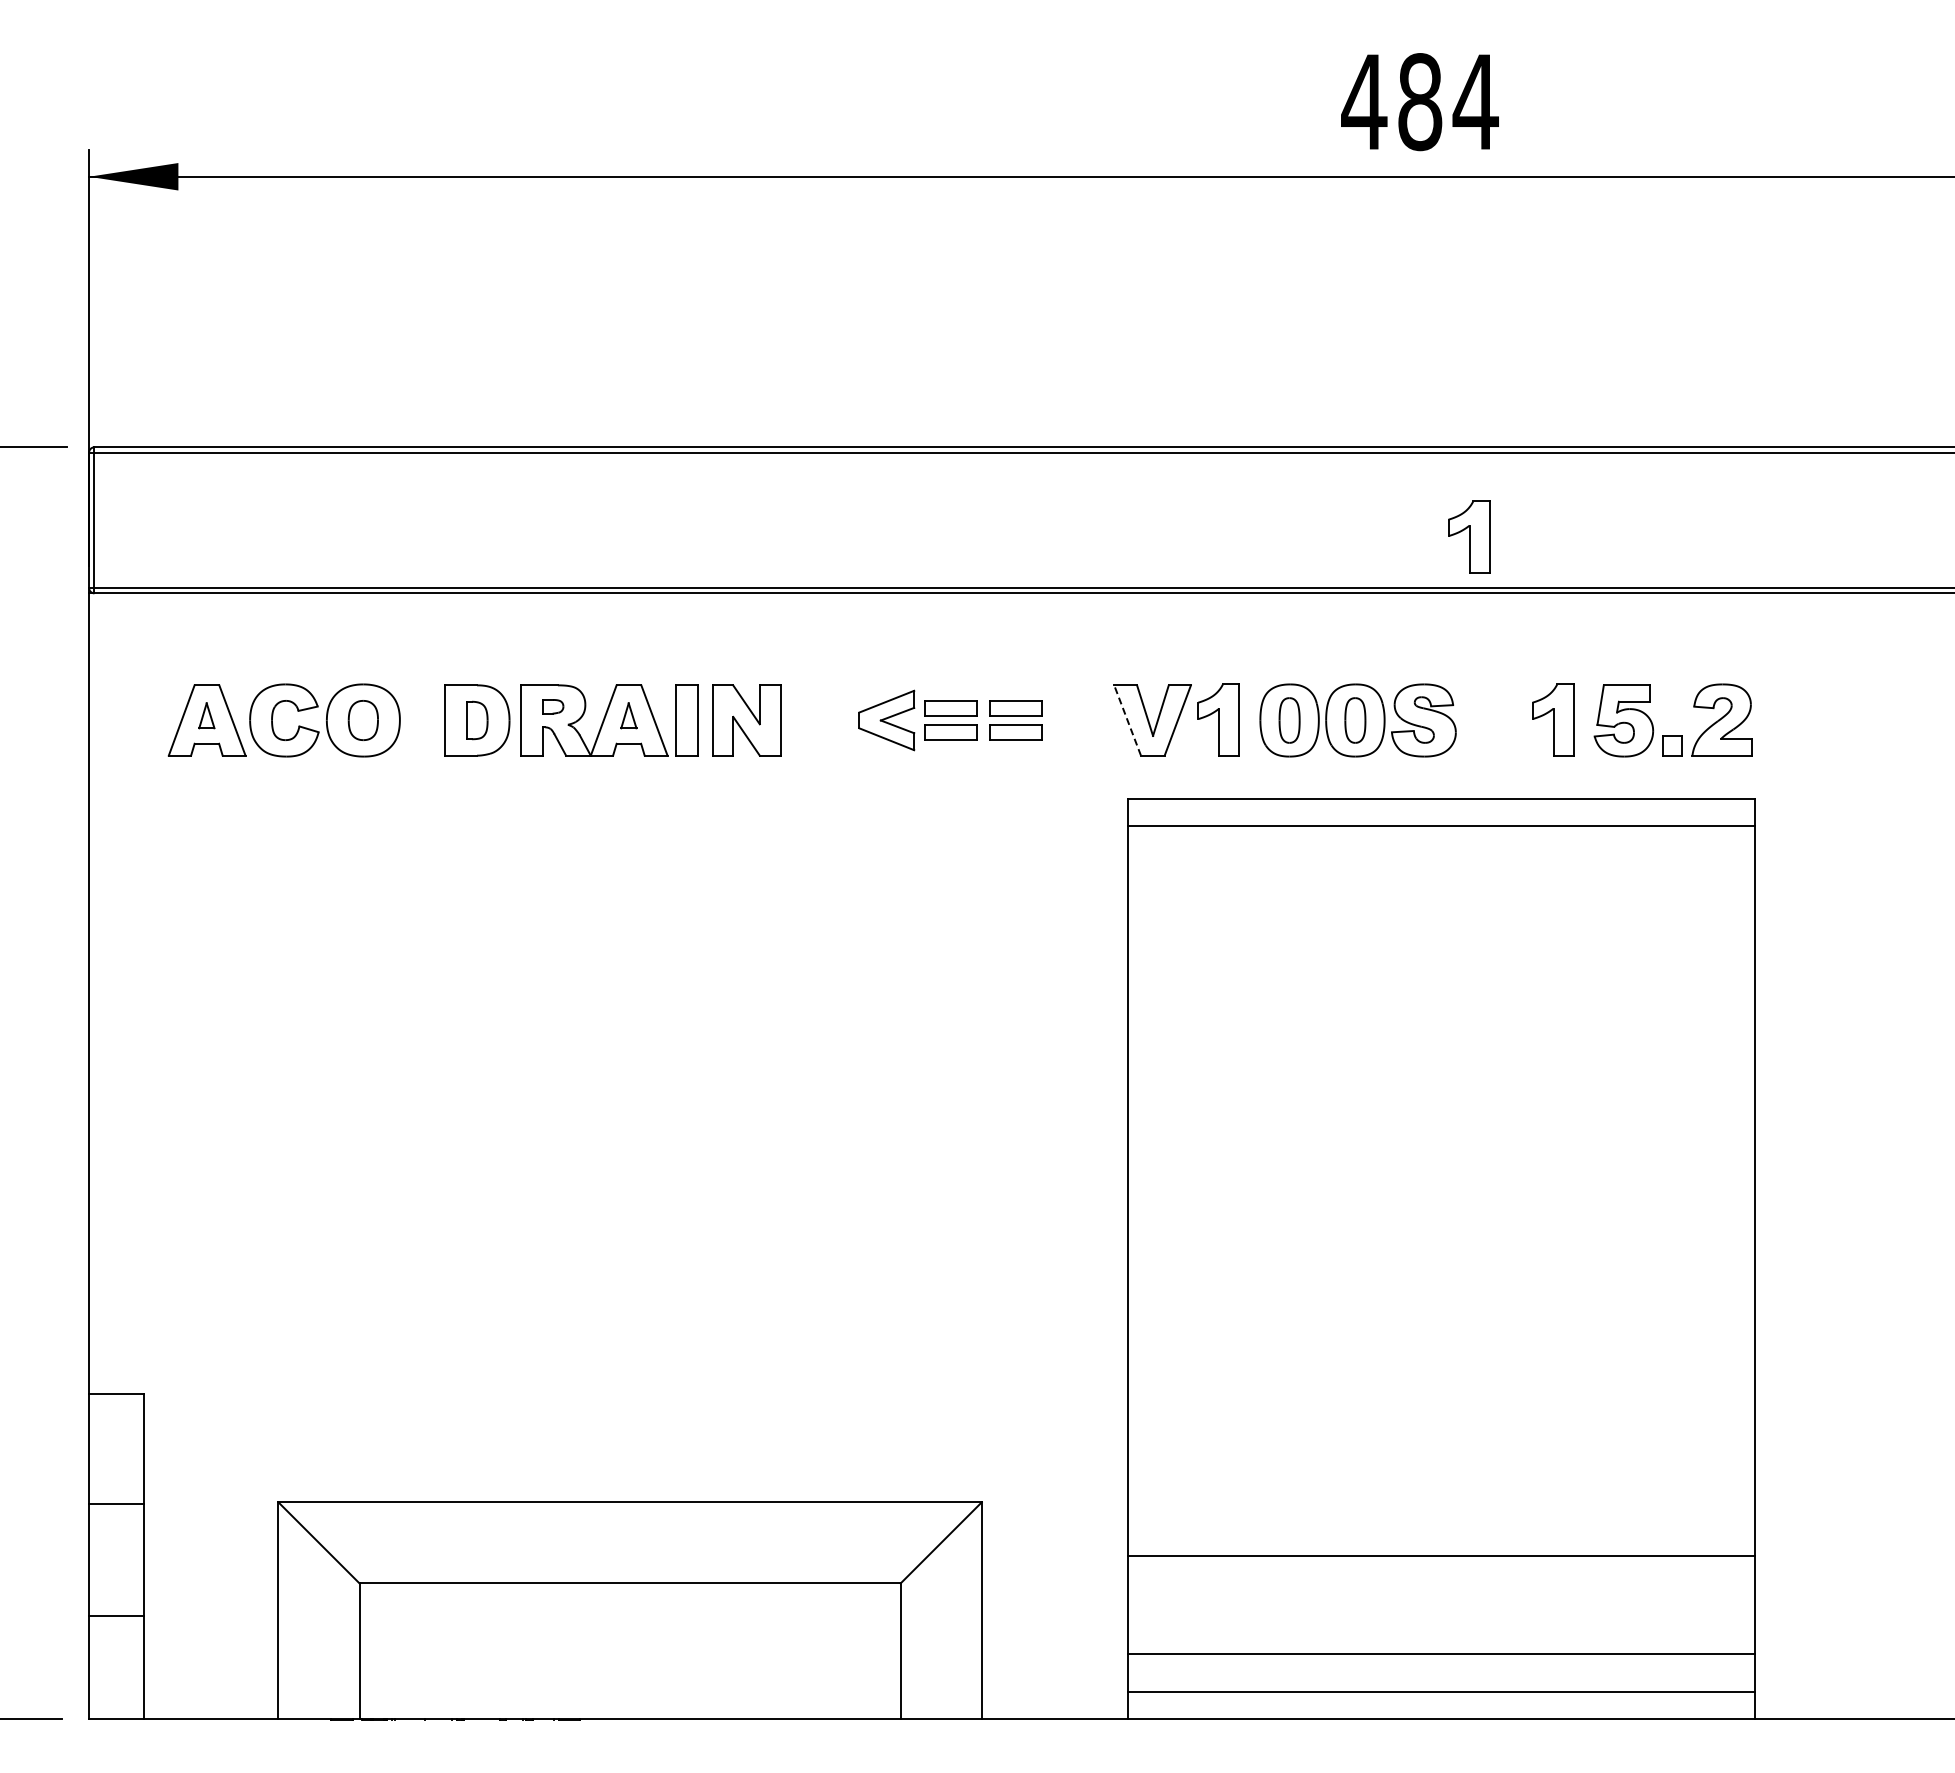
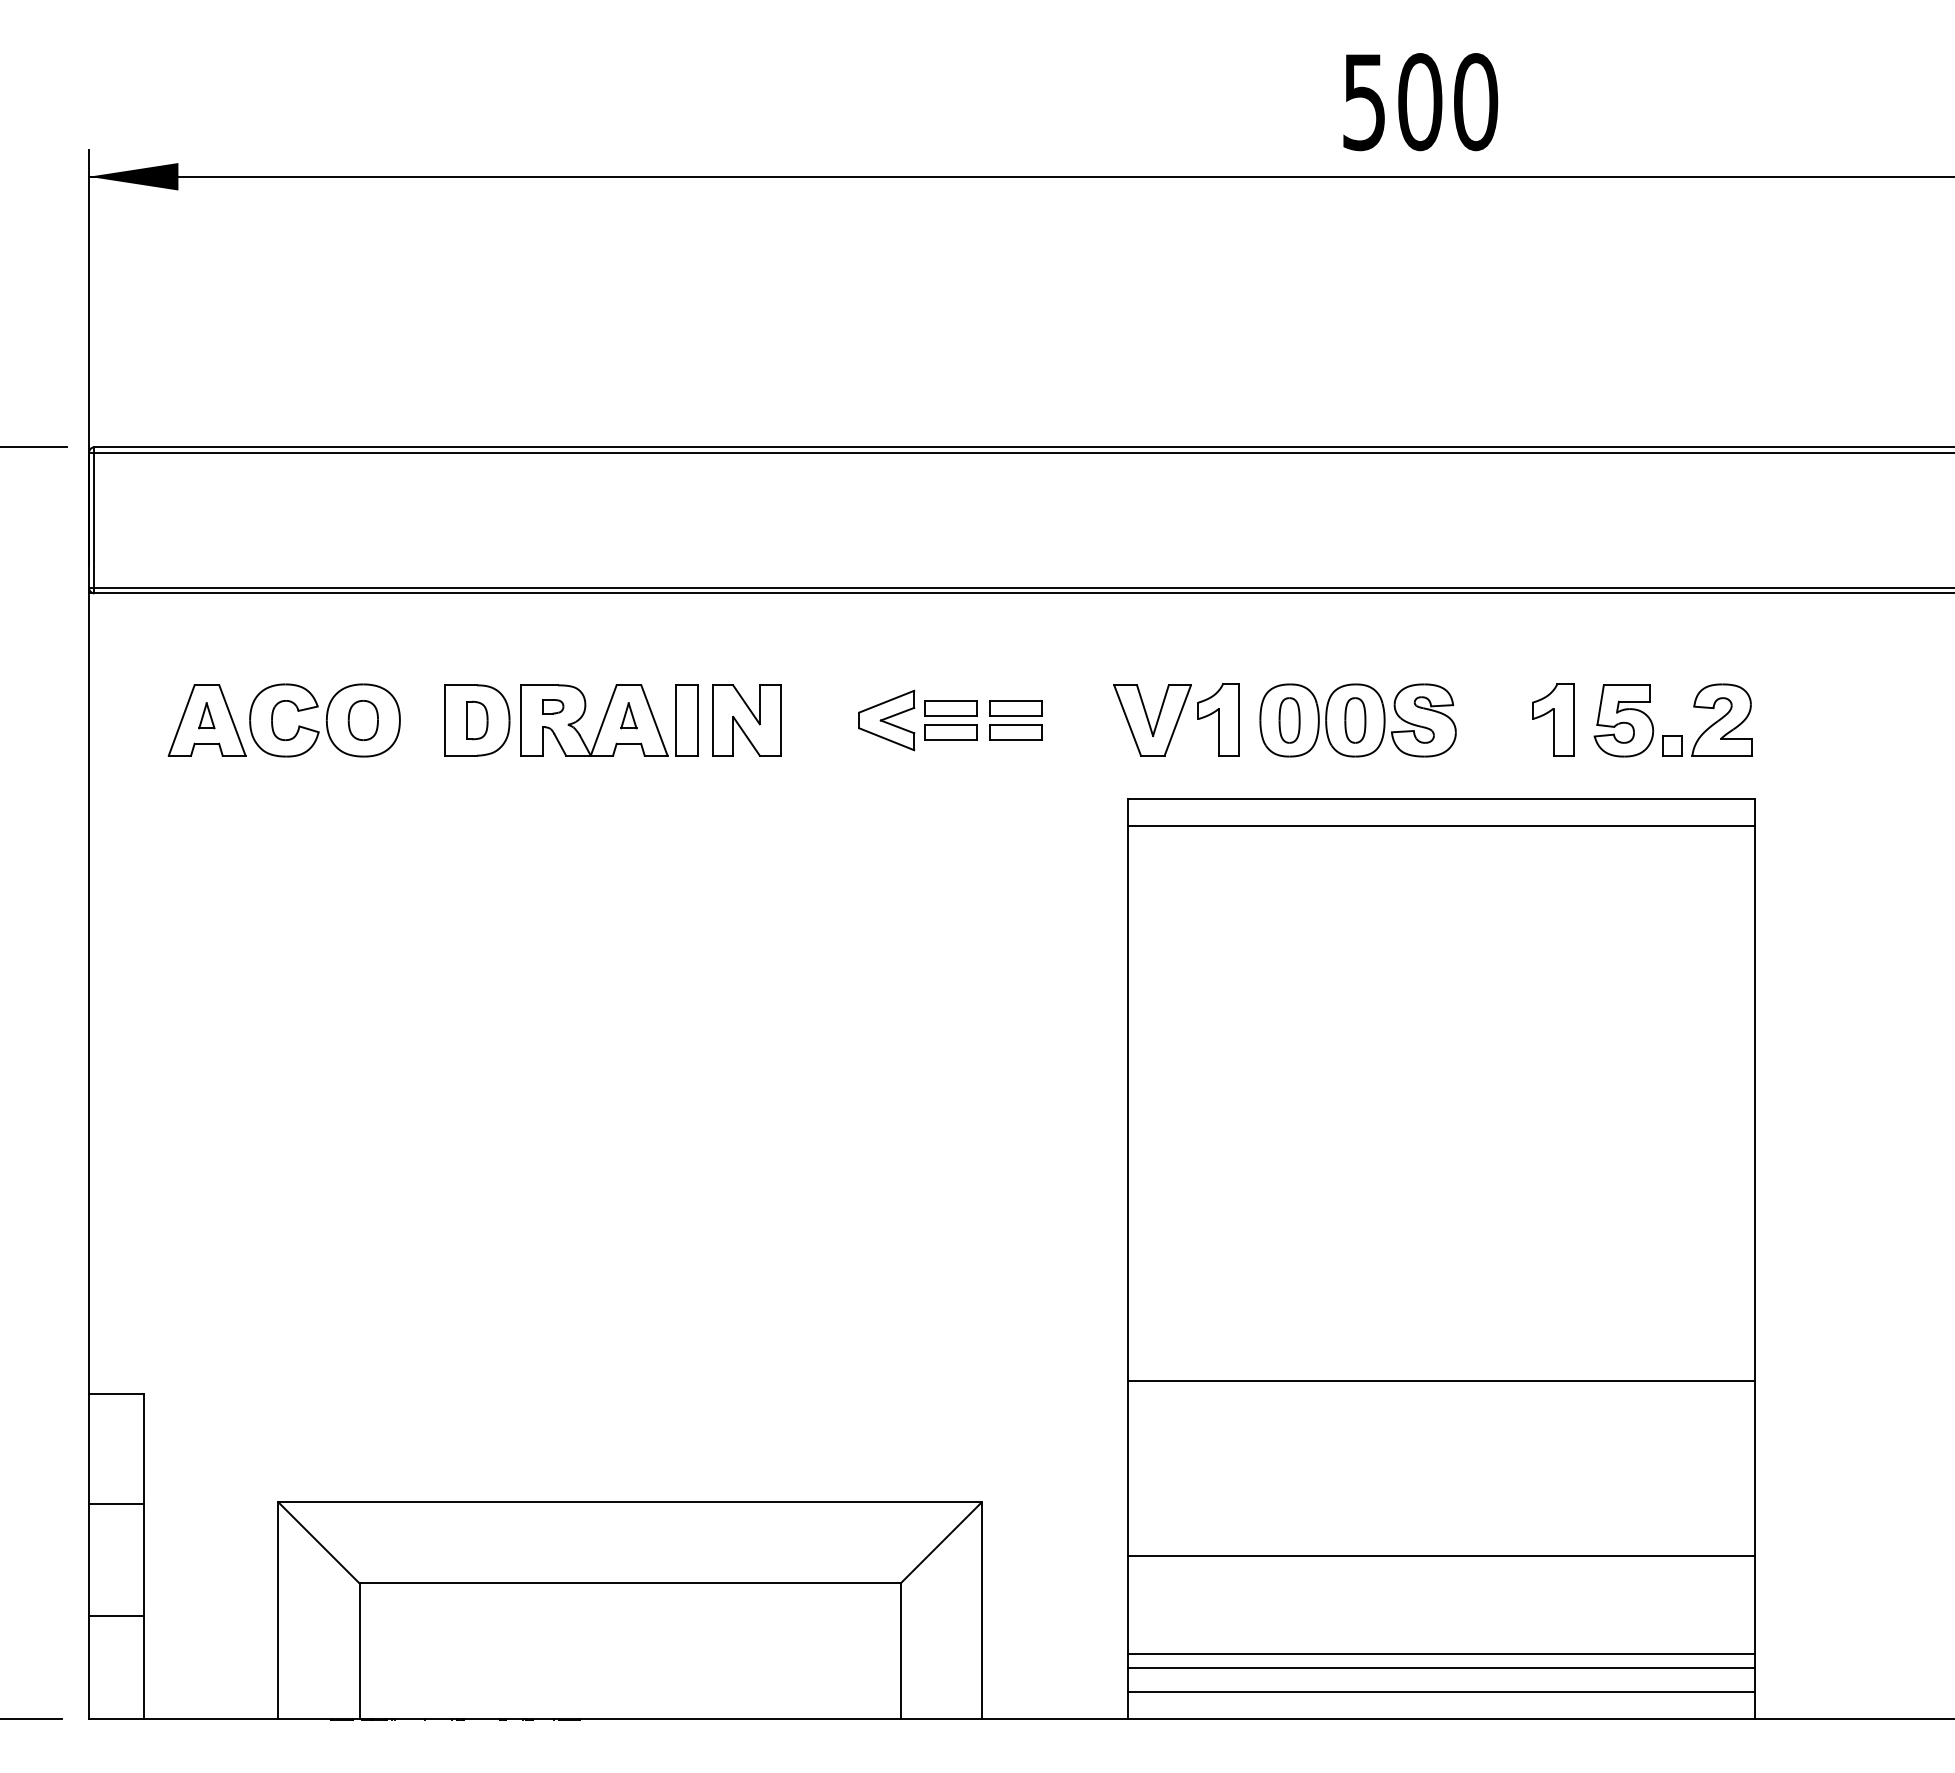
text at (1419, 102): 484 -> 500
part at (1469, 536): present -> none
line at (1127, 720): dashed -> solid
line at (1441, 1380): none -> present
line at (1441, 1668): none -> present
